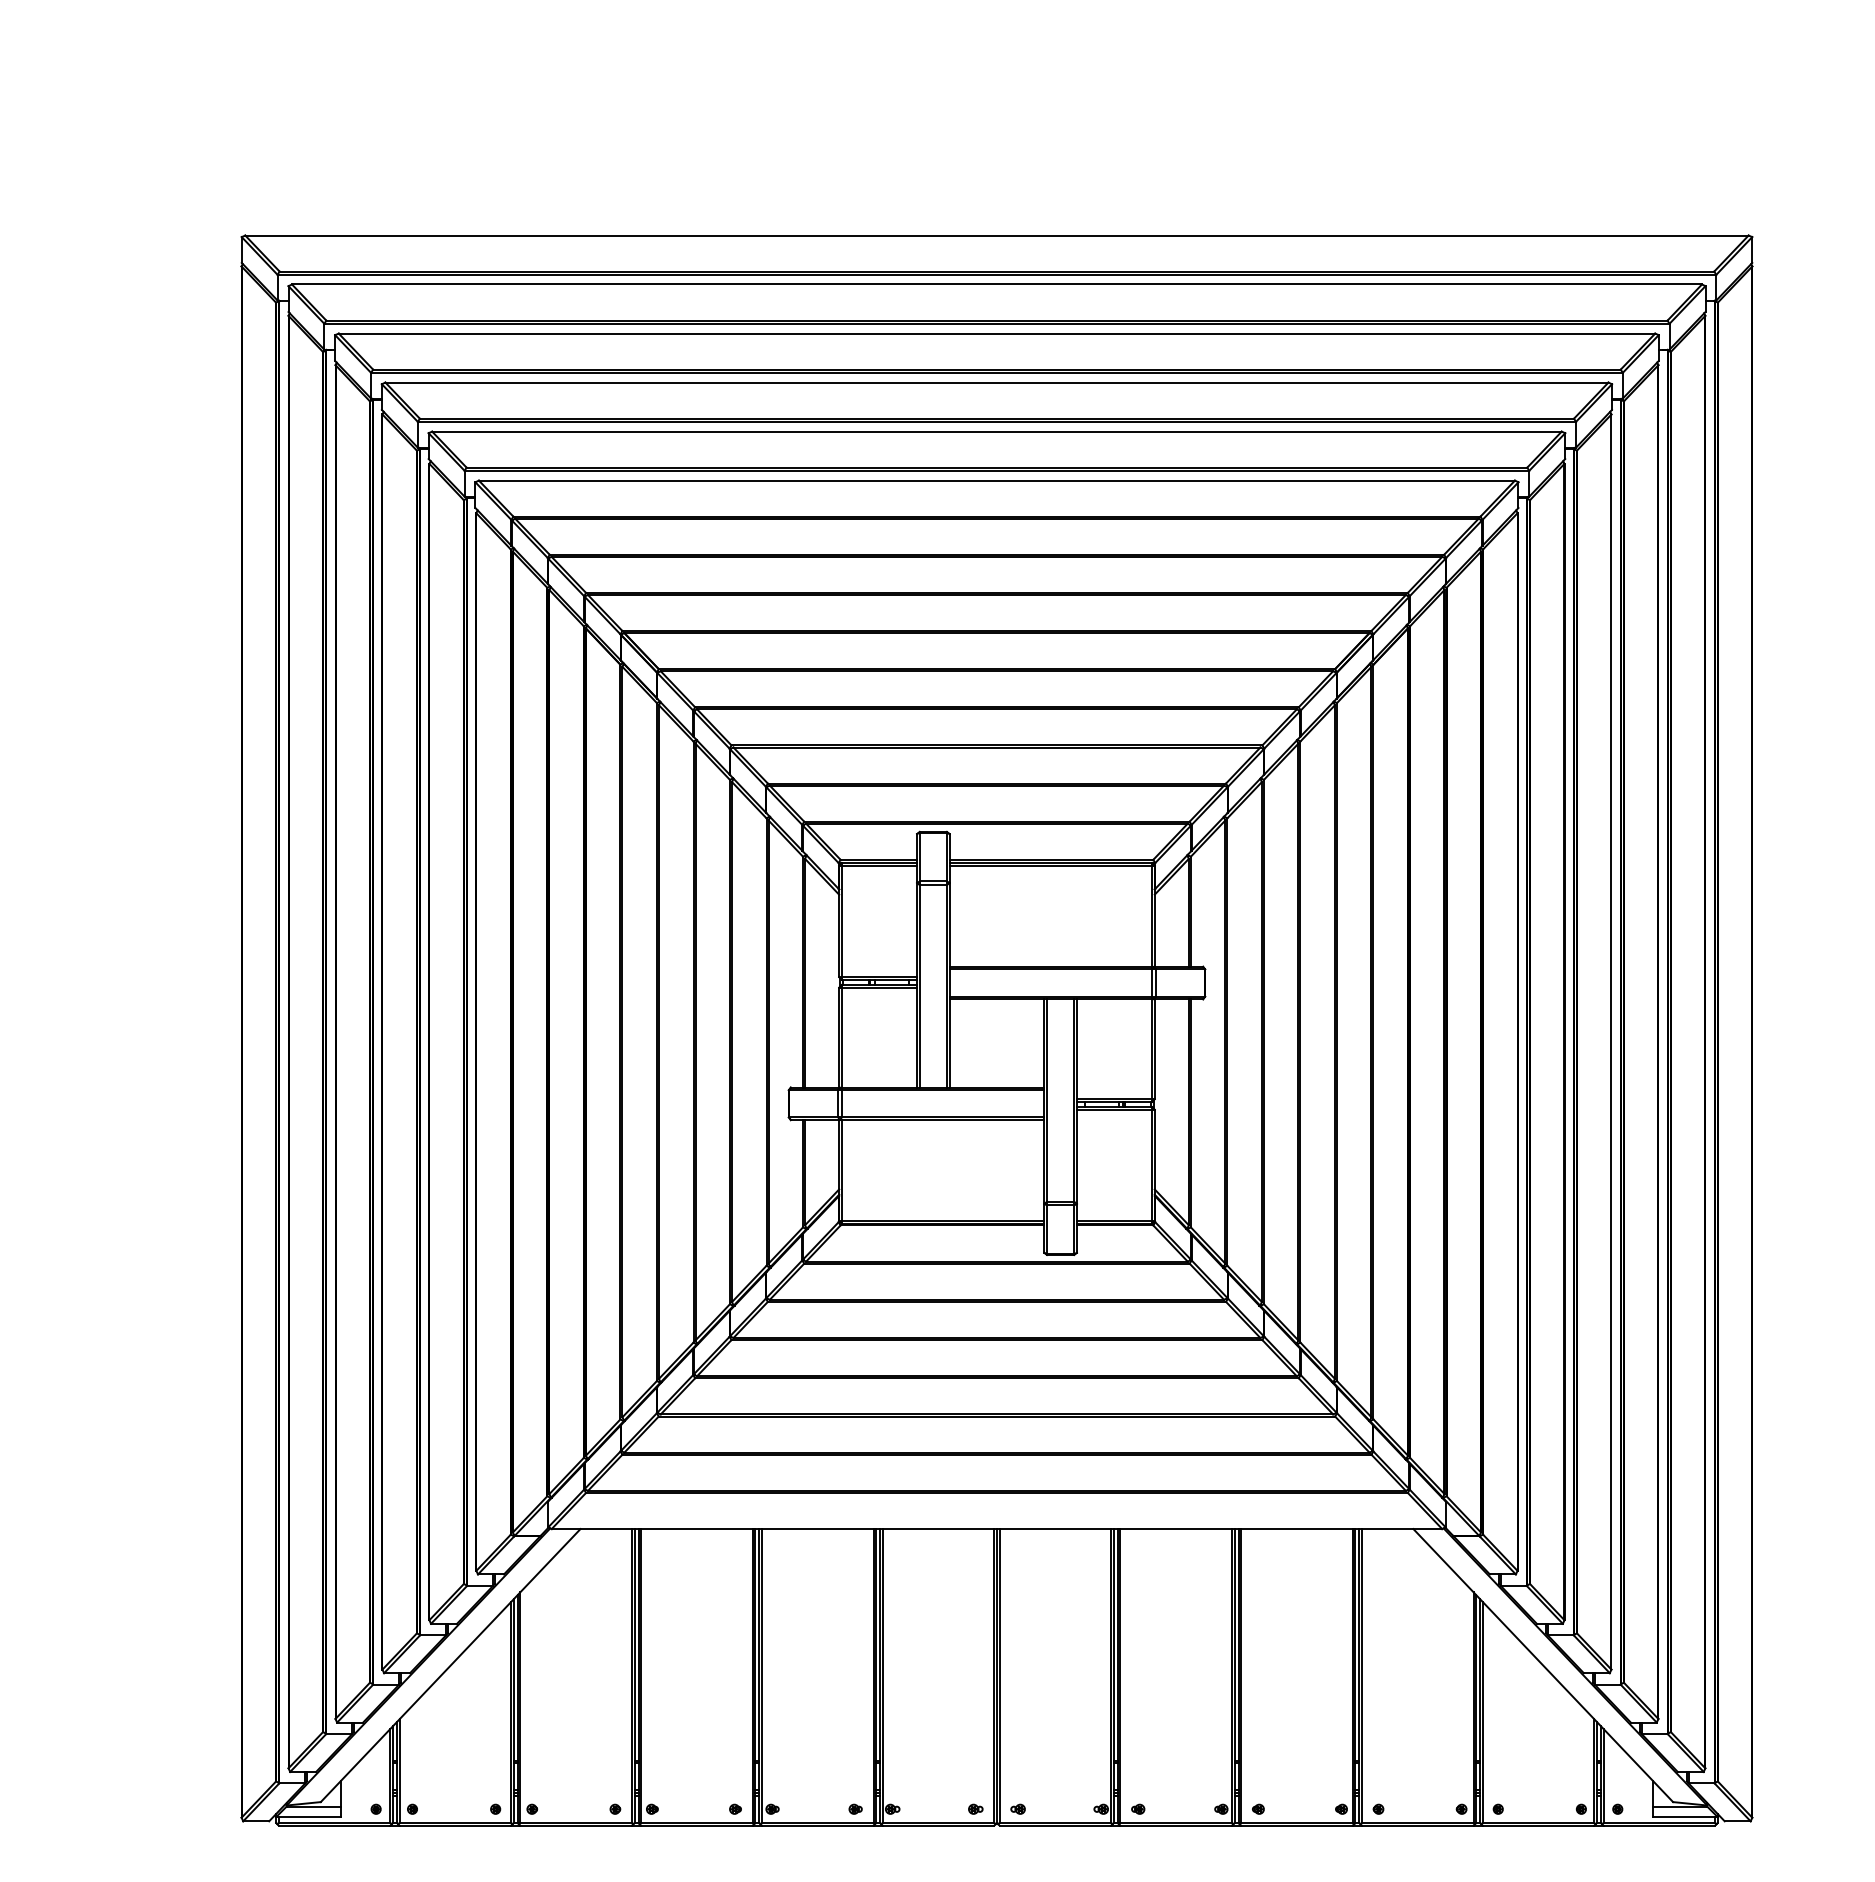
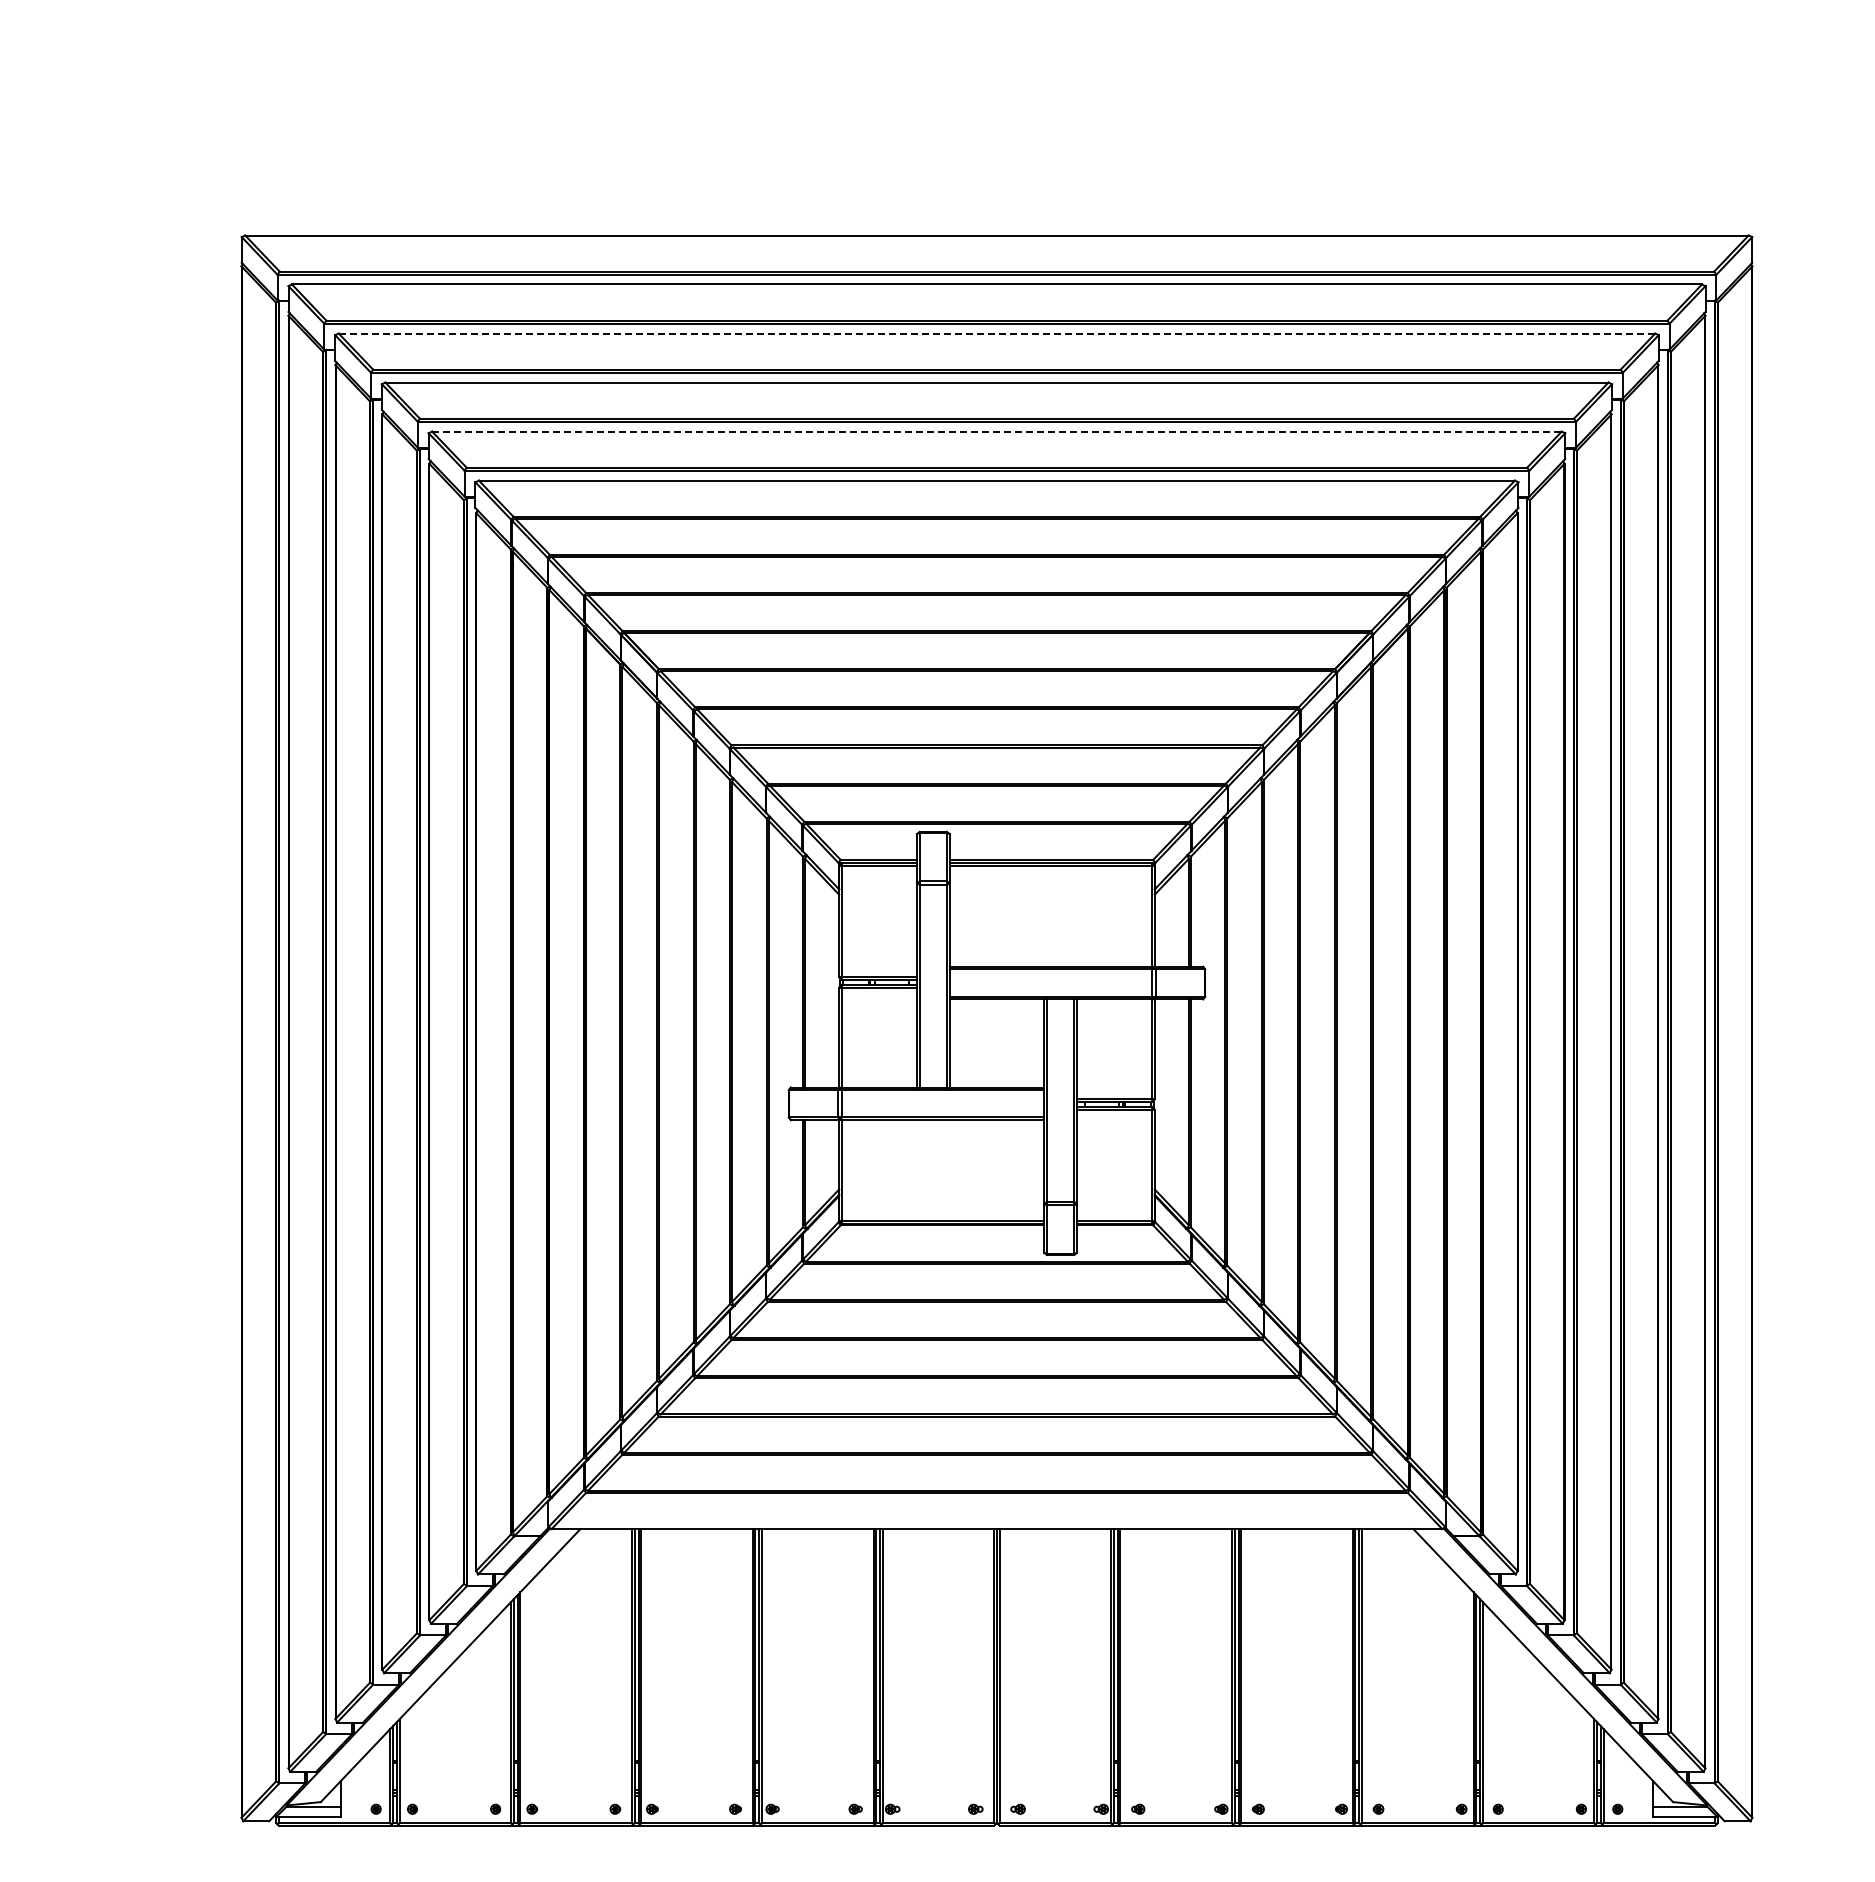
line at (997, 333): solid -> dashed
line at (996, 431): solid -> dashed
